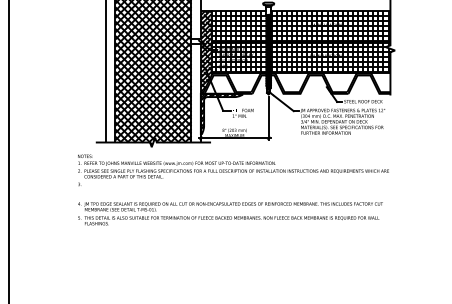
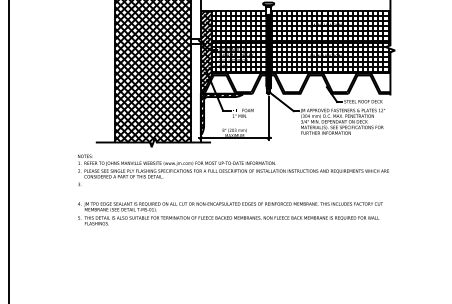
line at (106, 72): present -> none
